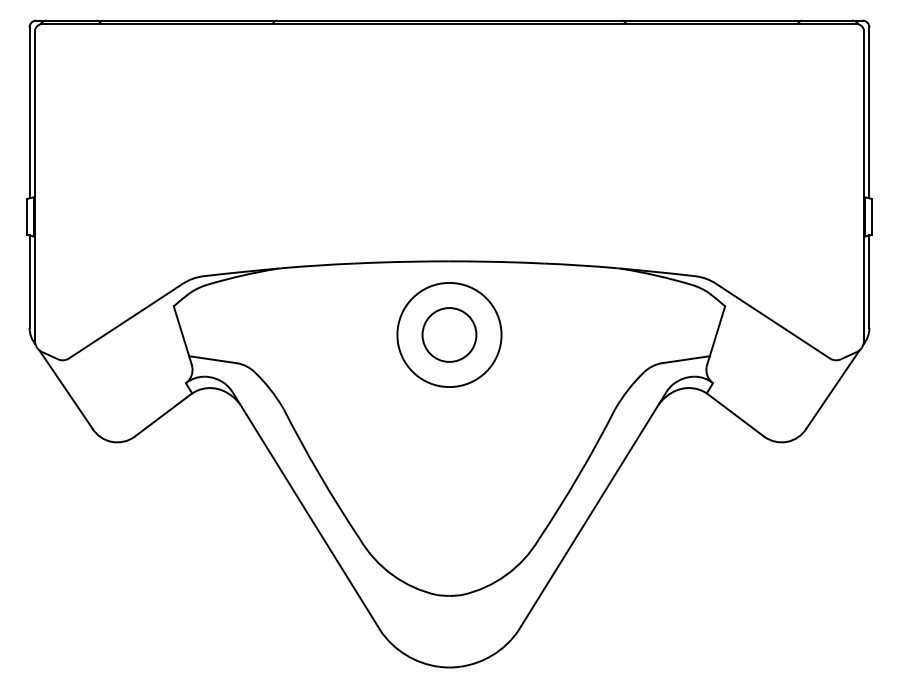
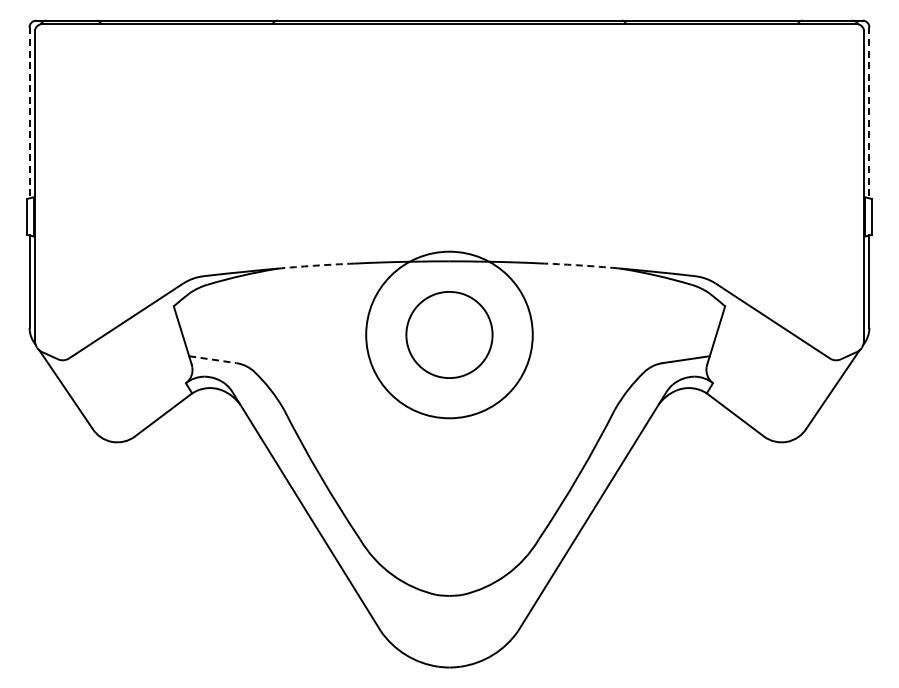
line at (29, 113): solid -> dashed
line at (869, 113): solid -> dashed
arc at (317, 265): solid -> dashed
arc at (581, 265): solid -> dashed
circle at (449, 334) diameter: 104 px -> 167 px
circle at (449, 334) diameter: 54 px -> 86 px
line at (212, 359): solid -> dashed
